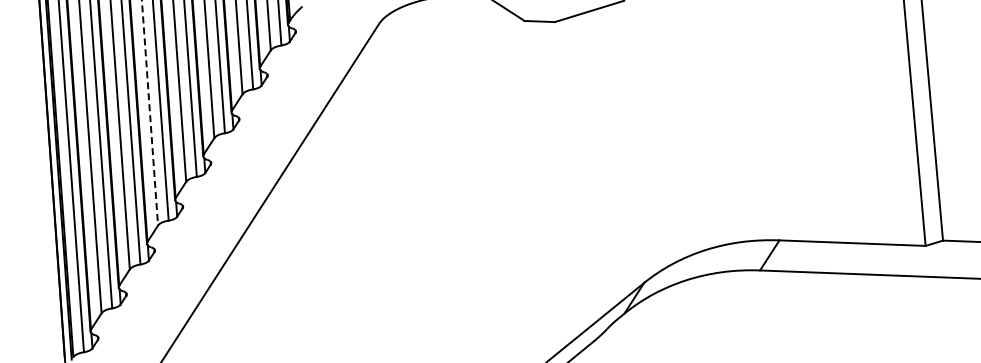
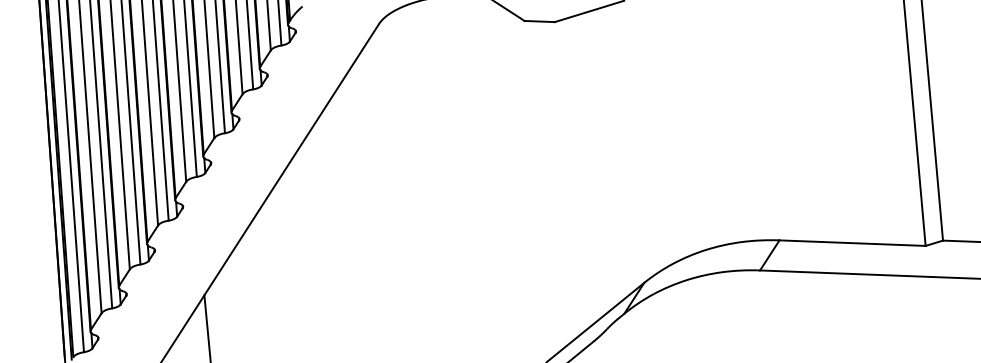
line at (149, 112): dashed -> solid
line at (207, 327): none -> present
